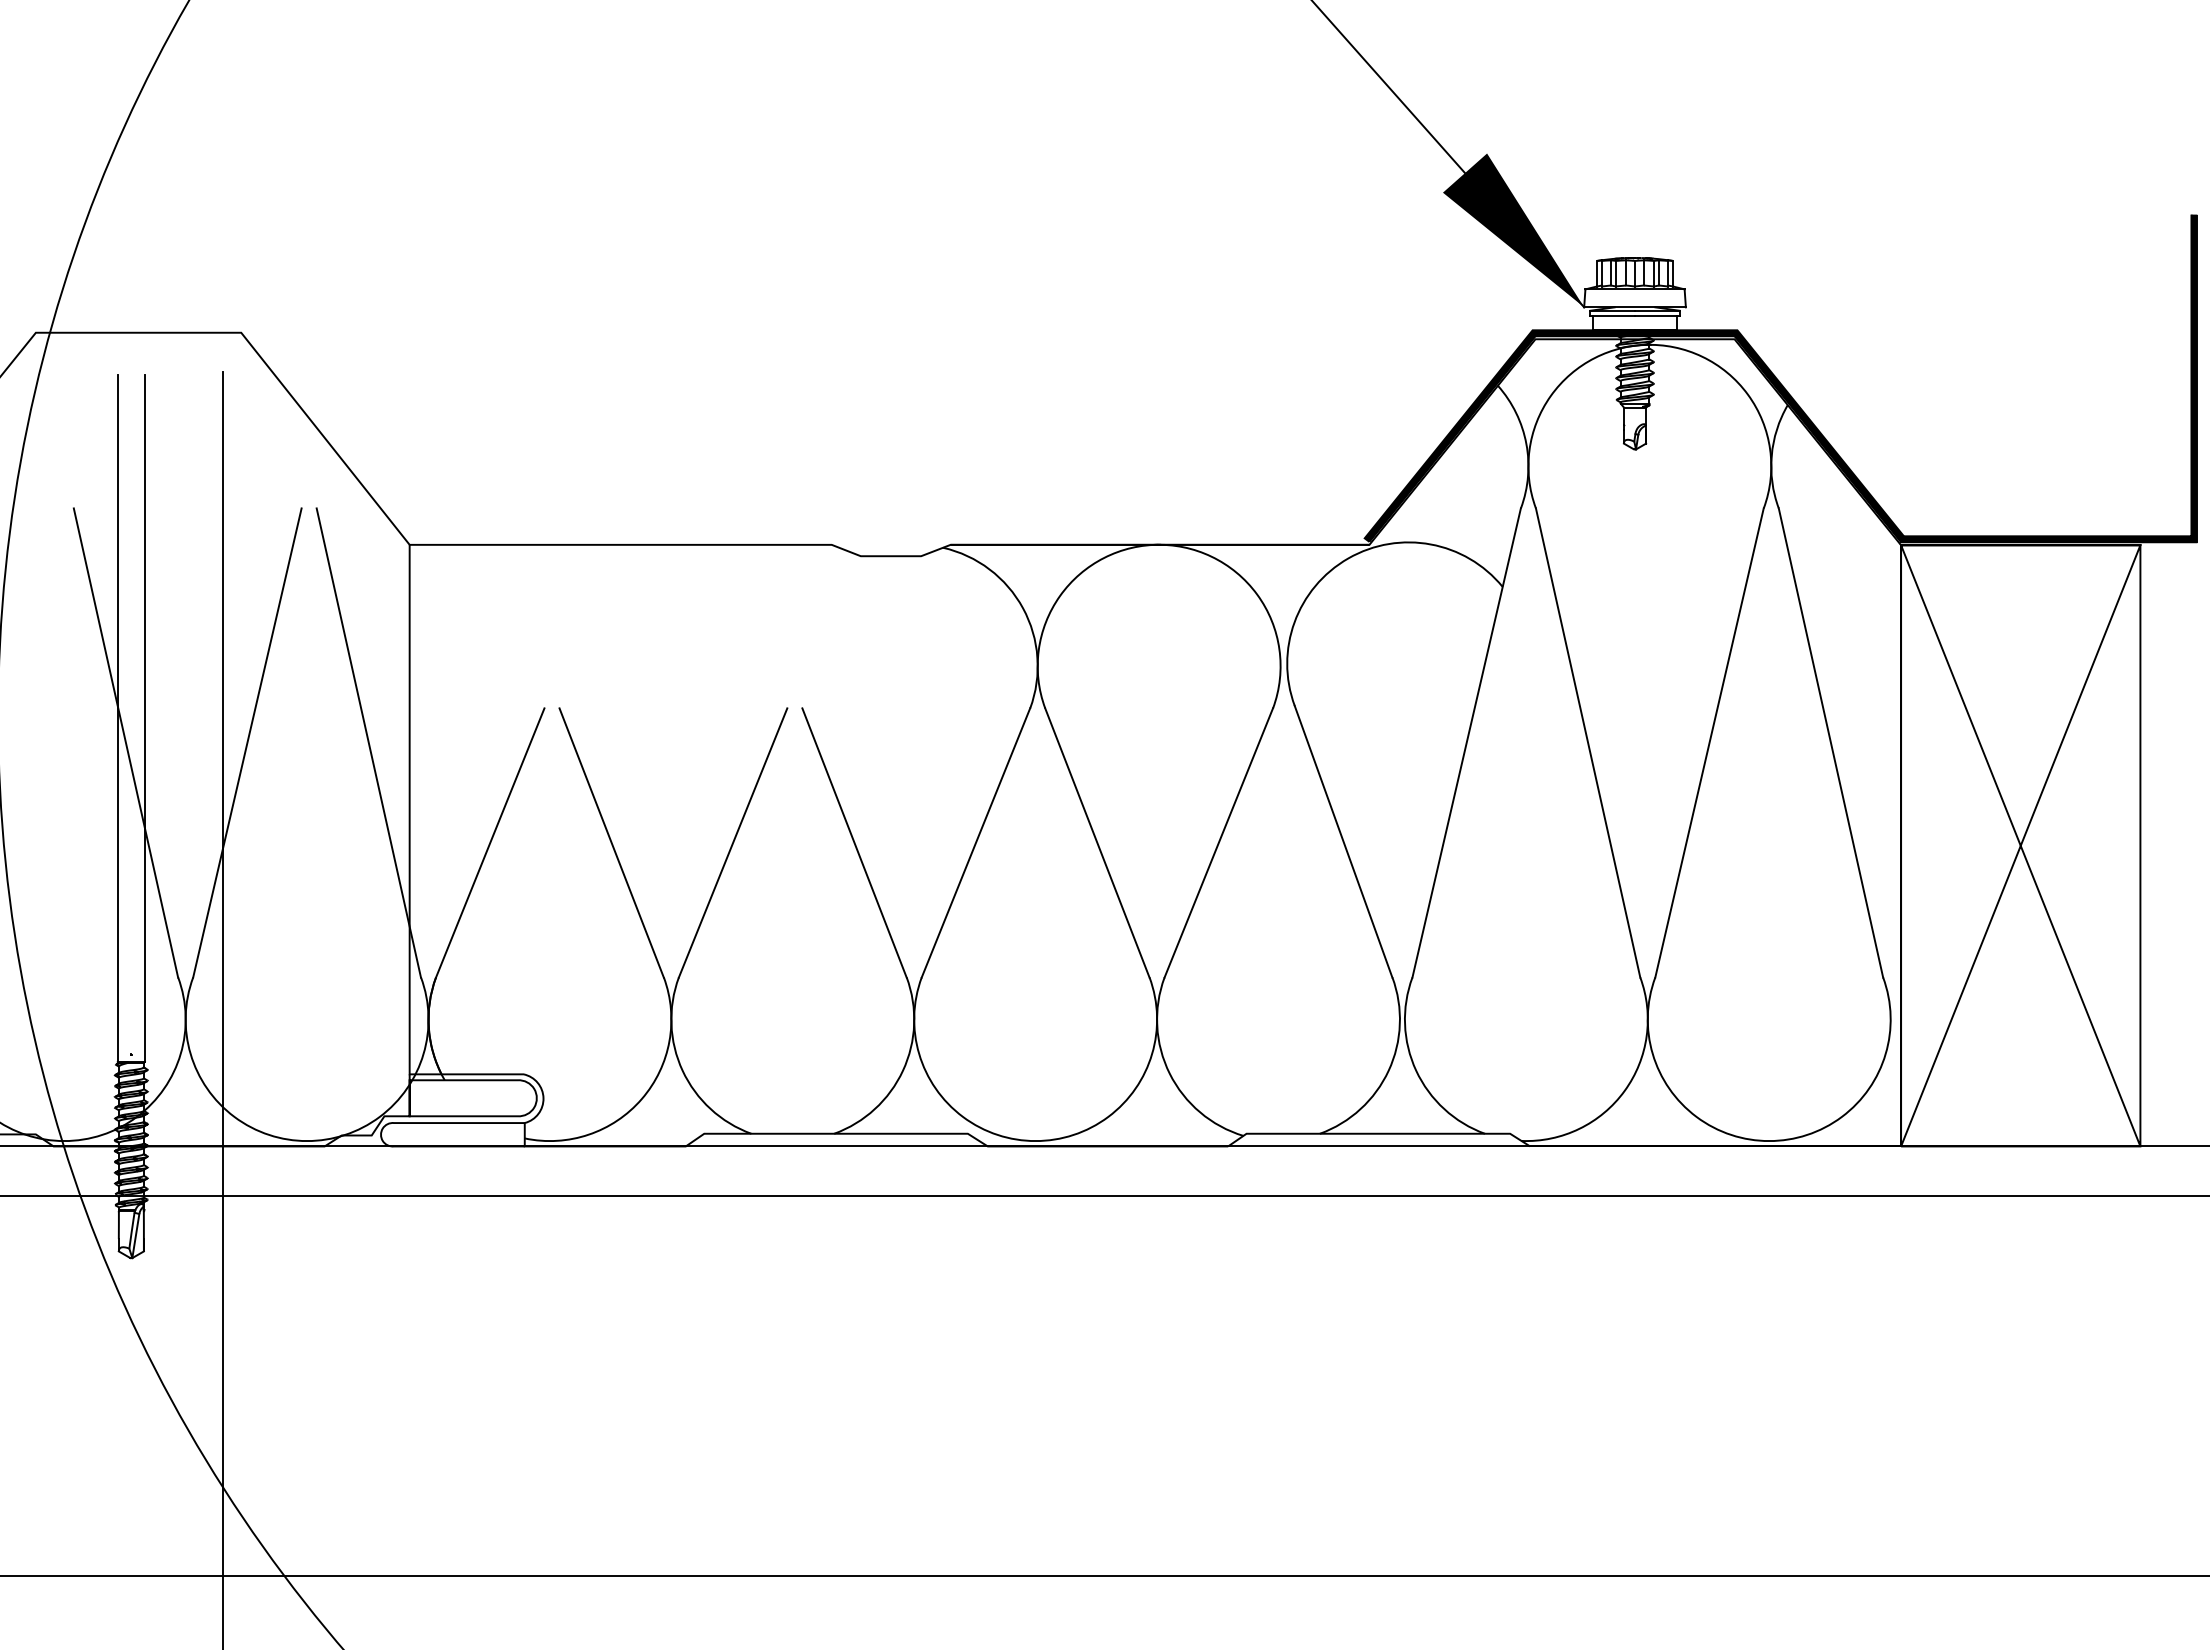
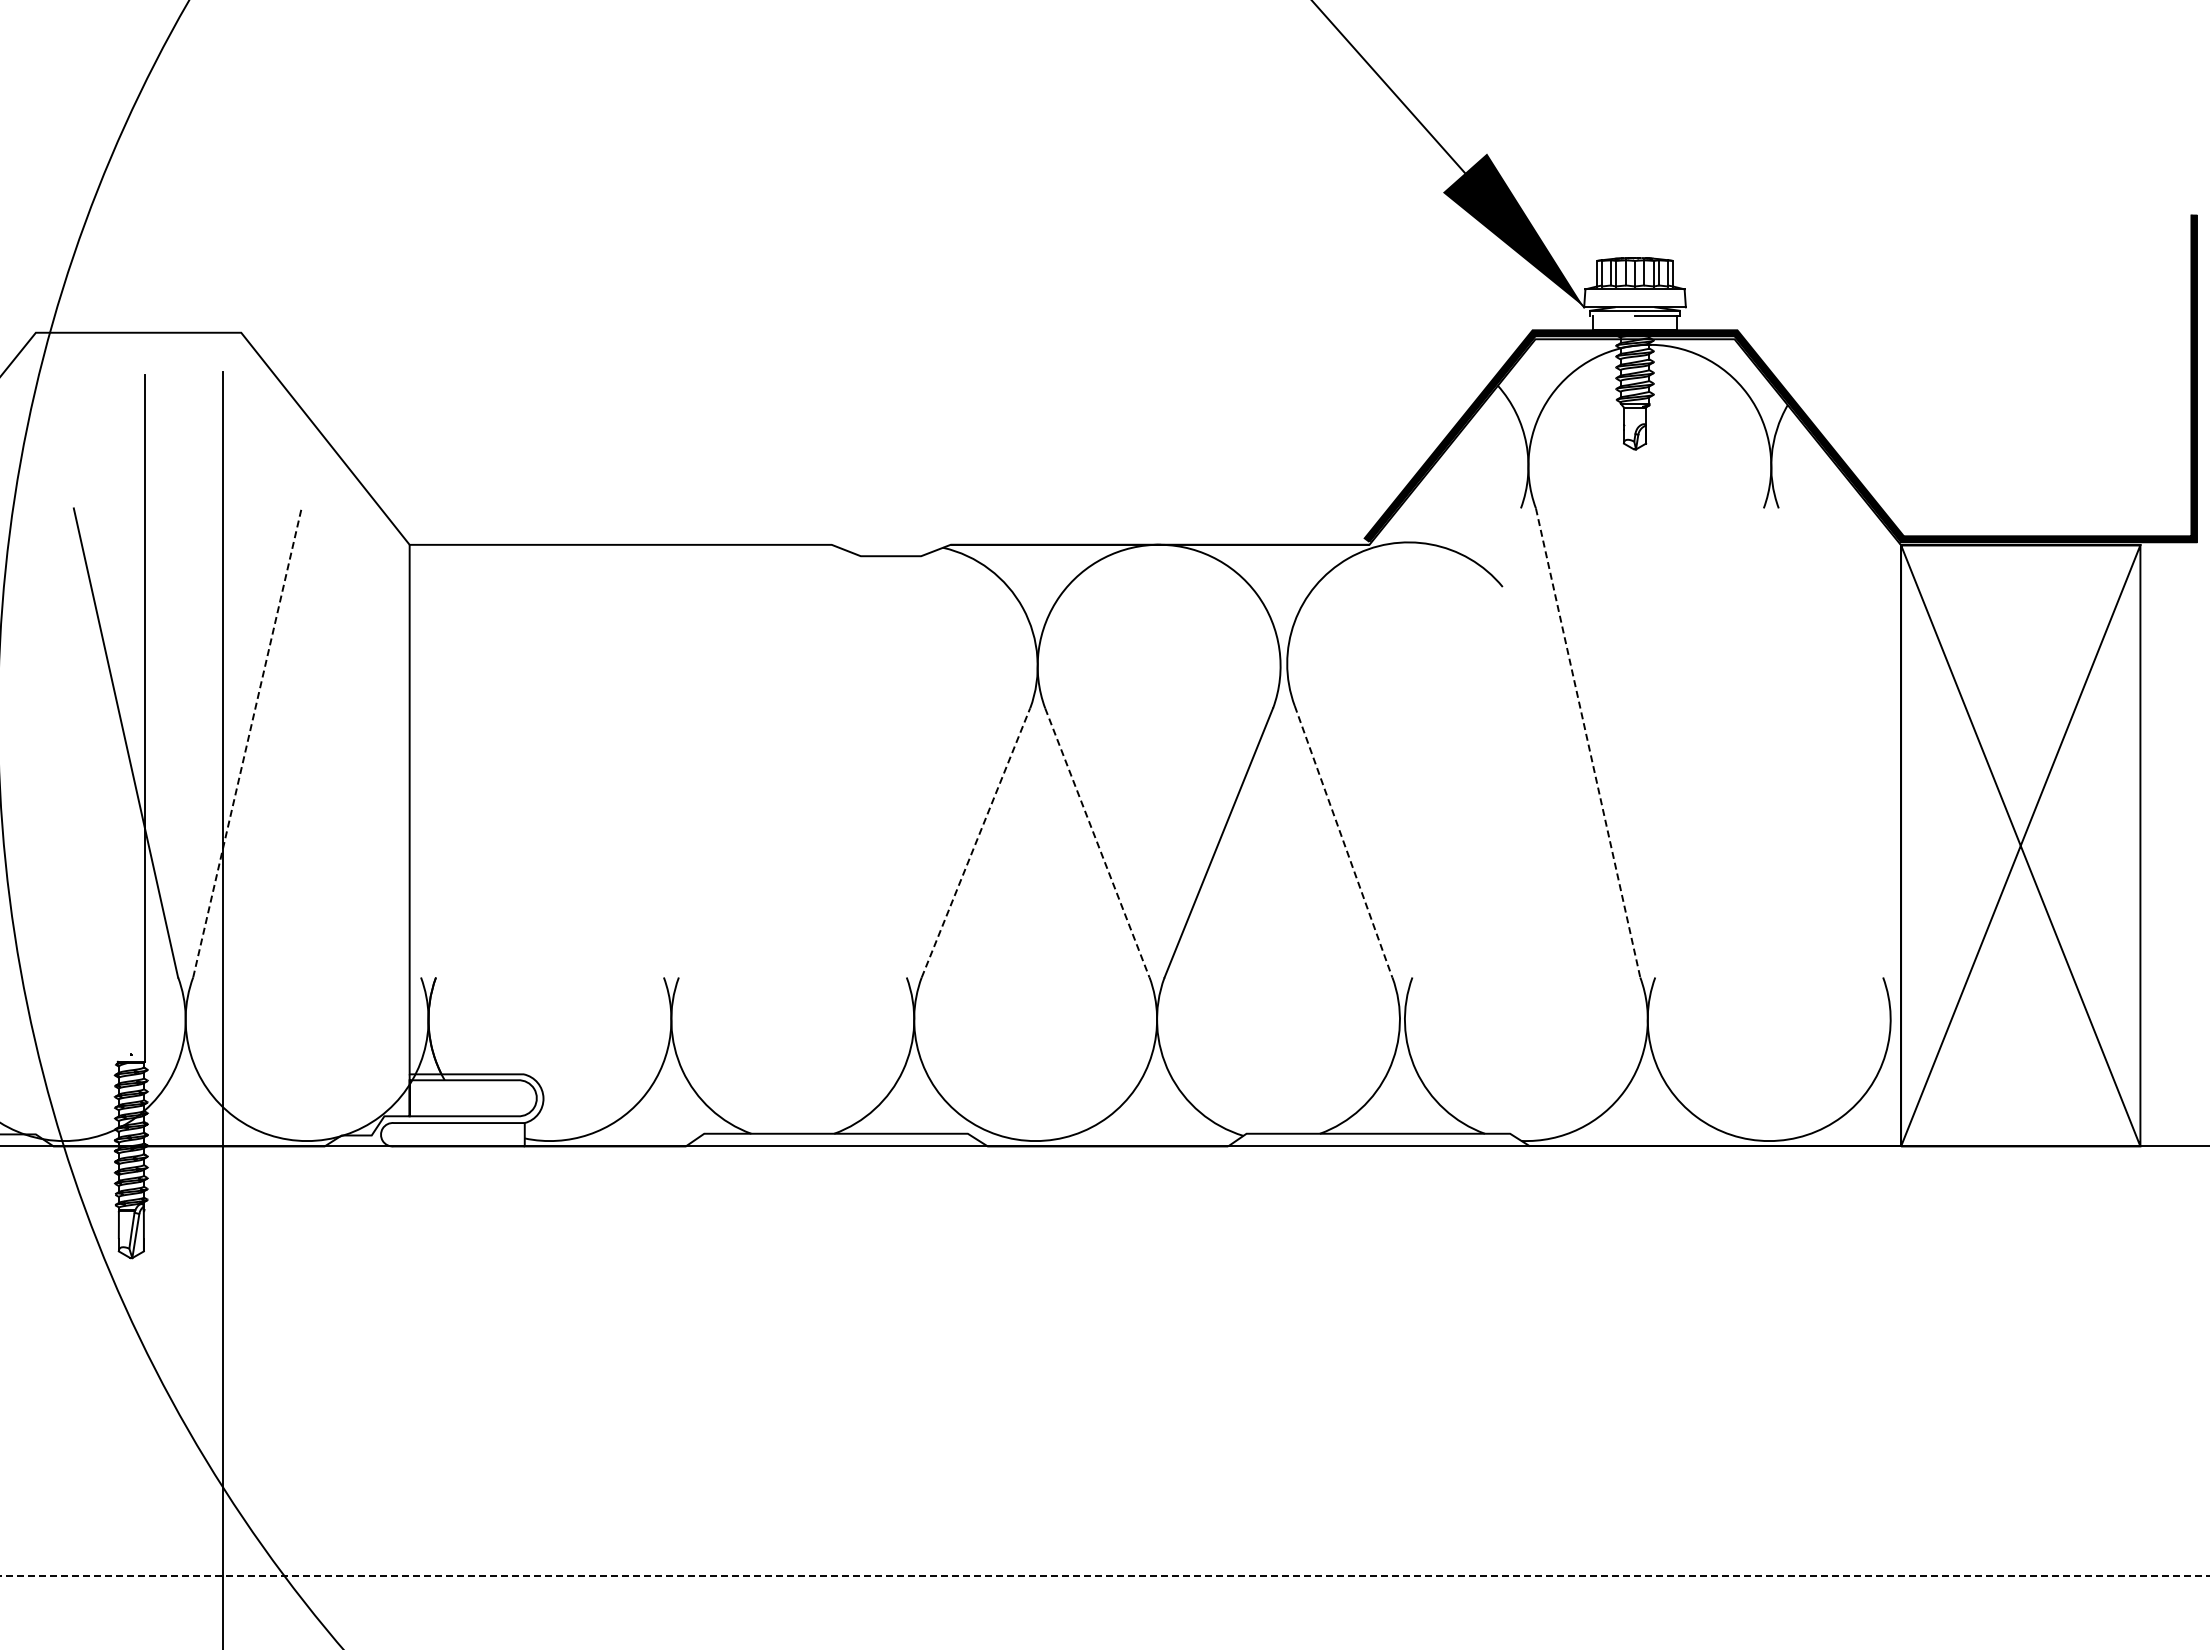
line at (1612, 315): present -> none
line at (117, 718): present -> none
line at (247, 742): solid -> dashed
line at (368, 742): present -> none
line at (1466, 742): present -> none
line at (1709, 742): present -> none
line at (1830, 742): present -> none
line at (1588, 743): solid -> dashed
line at (490, 842): present -> none
line at (611, 842): present -> none
line at (732, 842): present -> none
line at (854, 842): present -> none
line at (976, 842): solid -> dashed
line at (1343, 842): solid -> dashed
line at (1097, 843): solid -> dashed
line at (1104, 1195): present -> none
line at (1105, 1575): solid -> dashed
